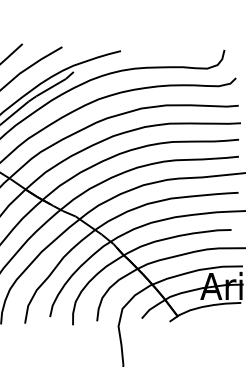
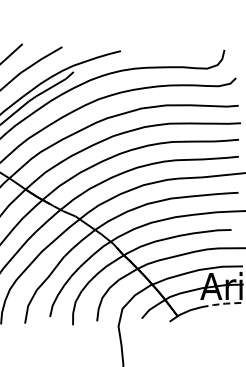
line at (221, 304): solid -> dashed
